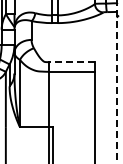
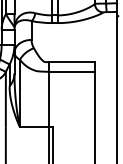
line at (71, 62): dashed -> solid
line at (117, 82): dashed -> solid
